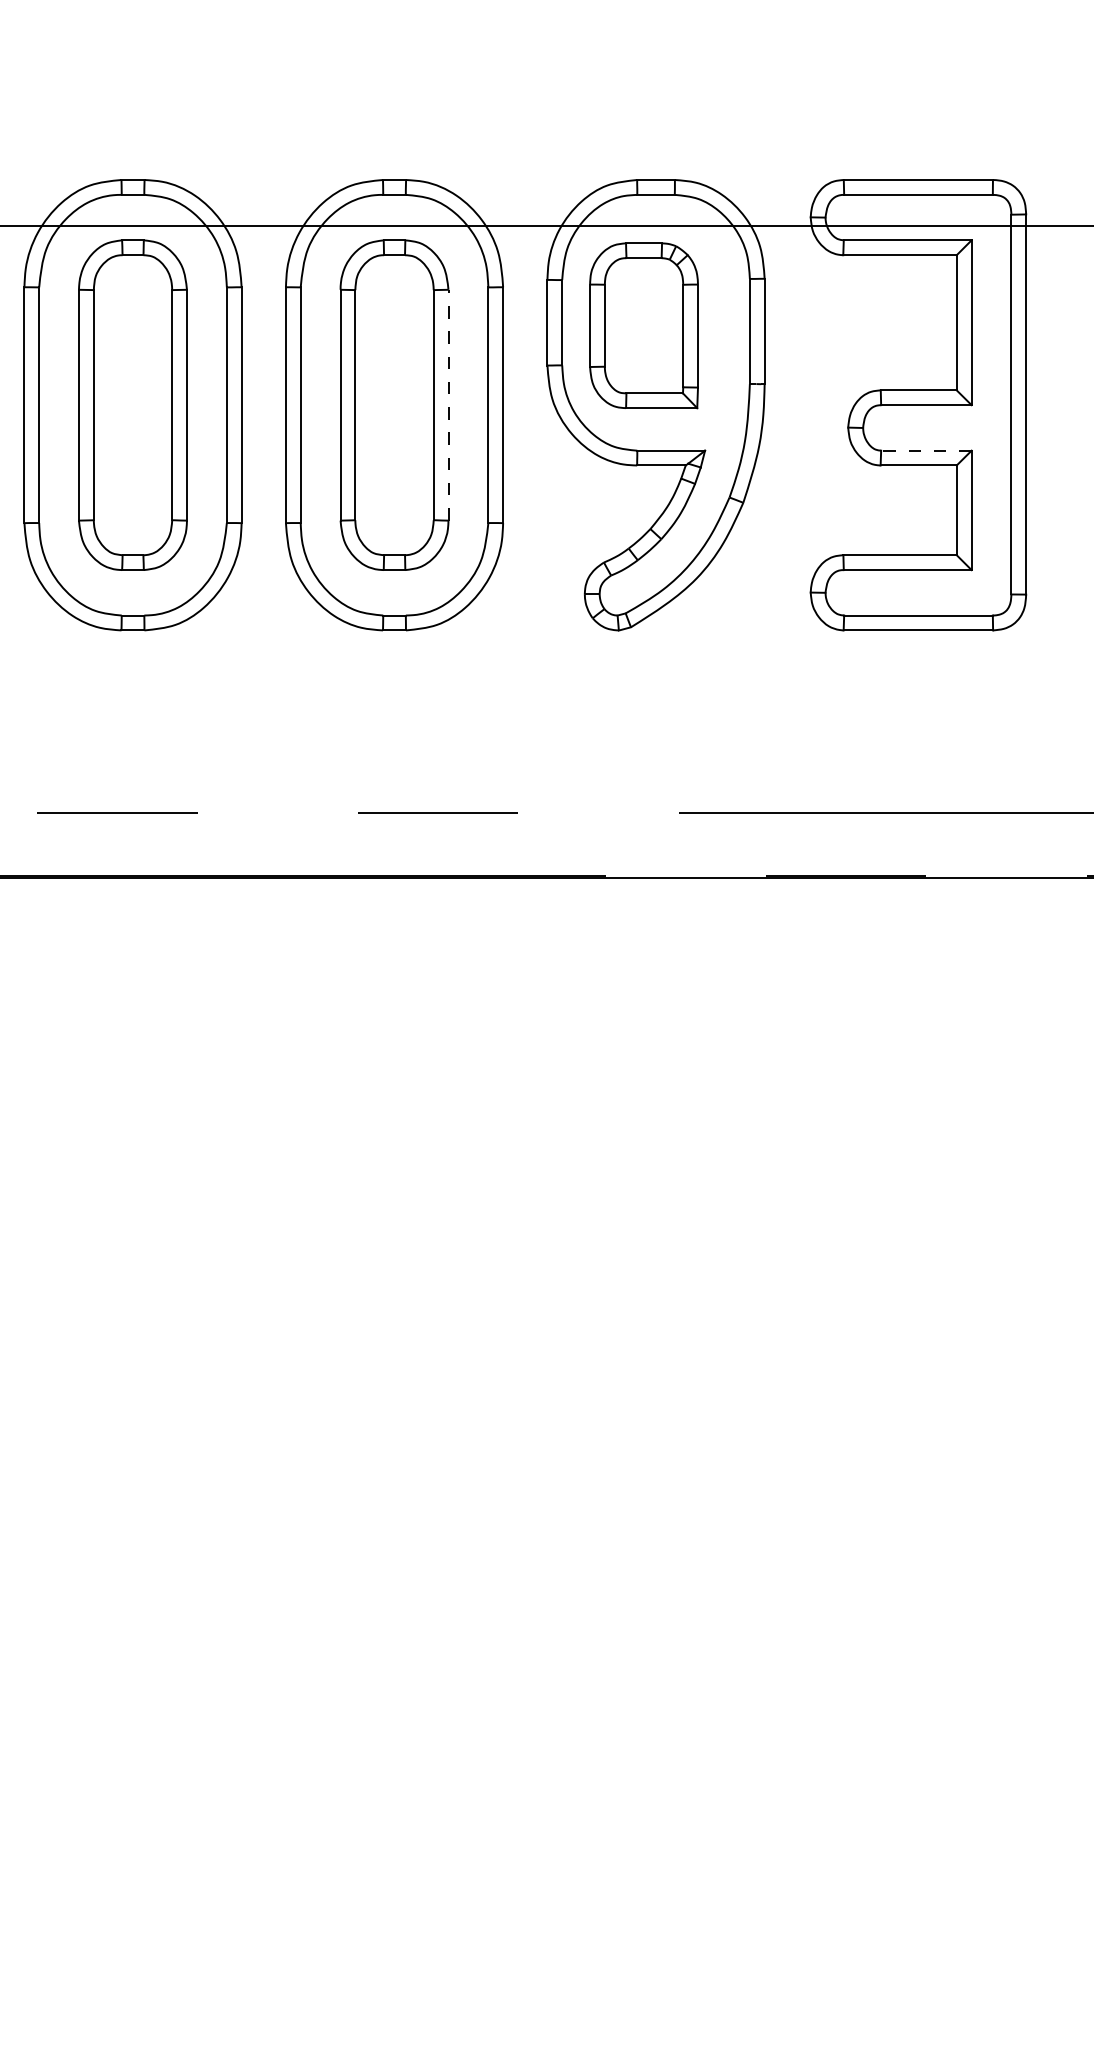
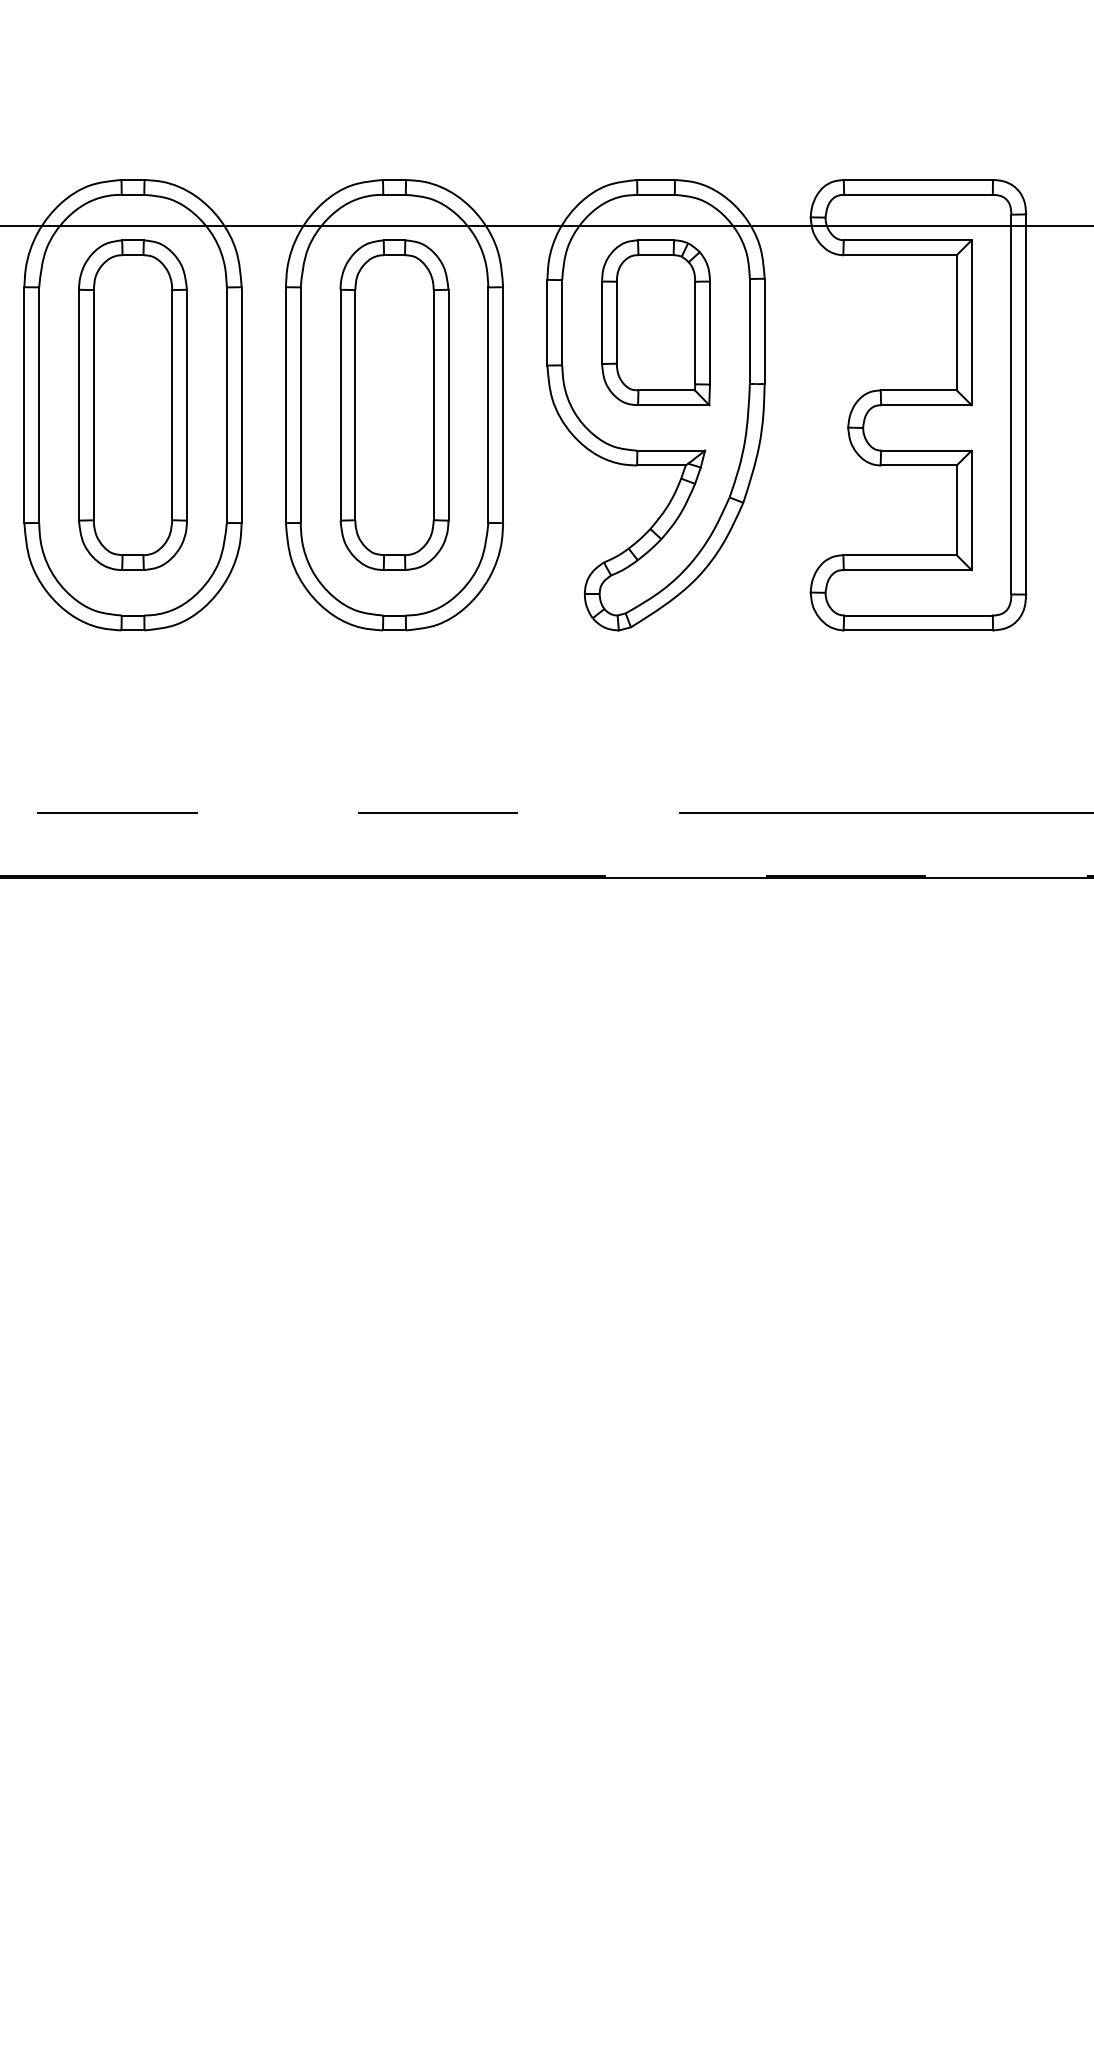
part at (643, 325) position: (643, 325) -> (655, 322)
line at (448, 404): dashed -> solid
line at (925, 450): dashed -> solid
